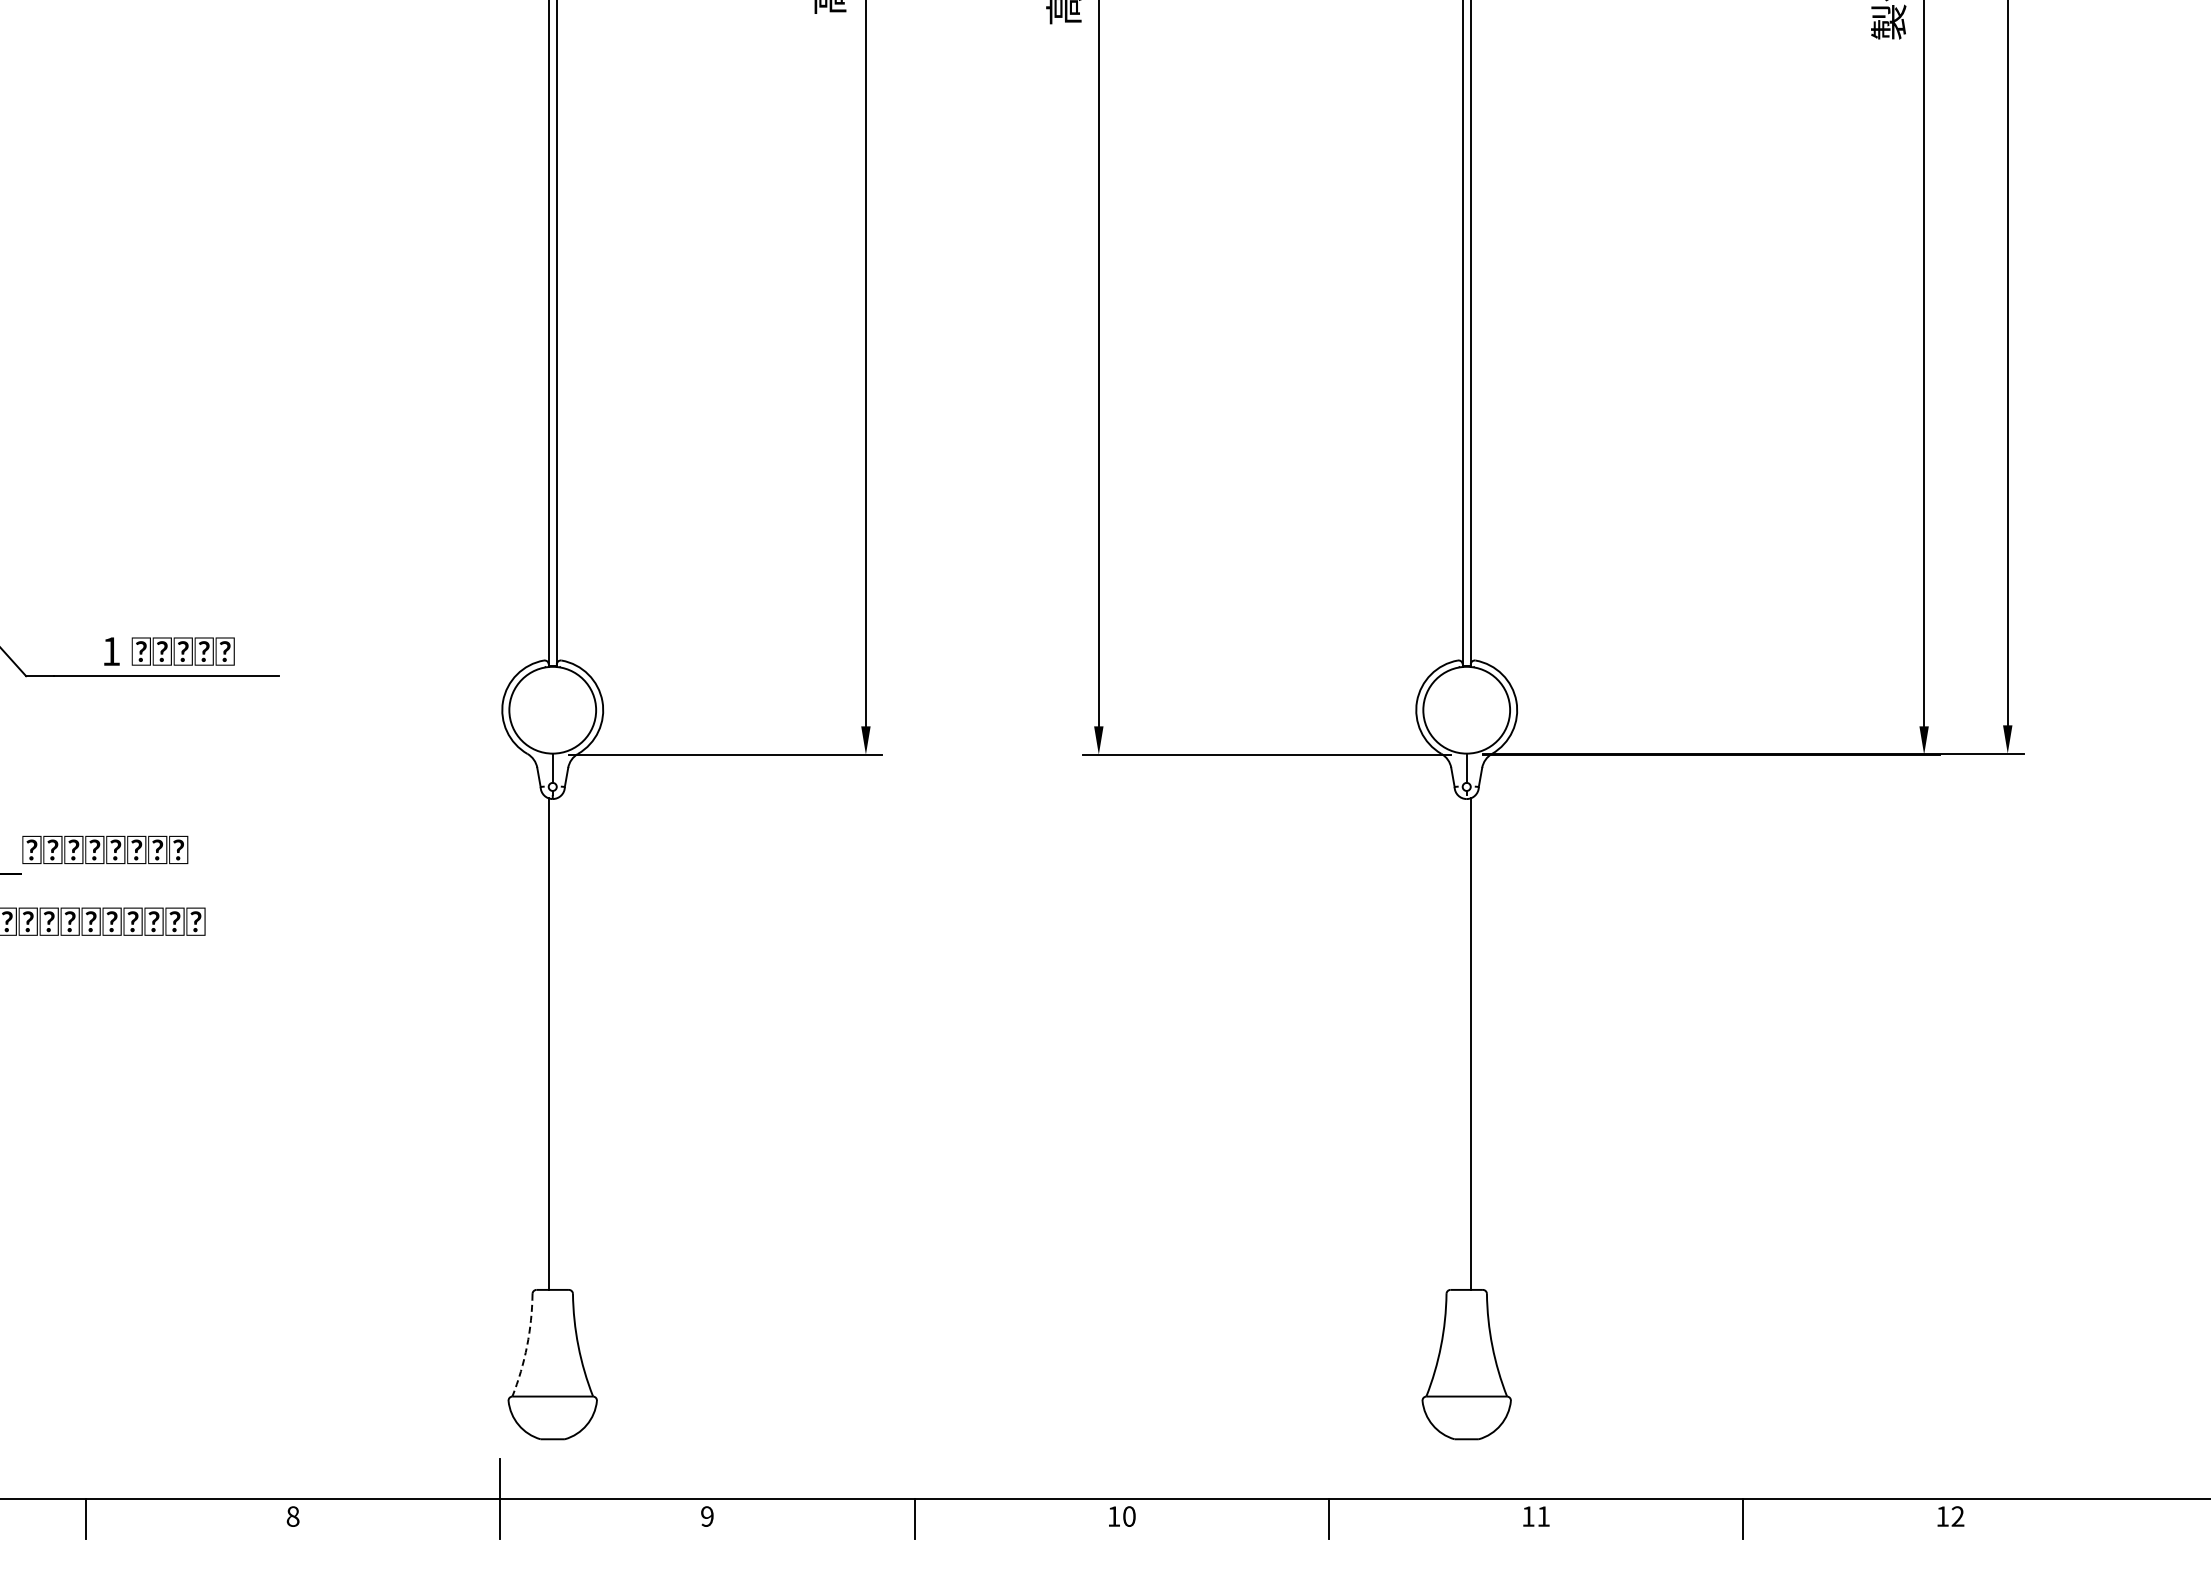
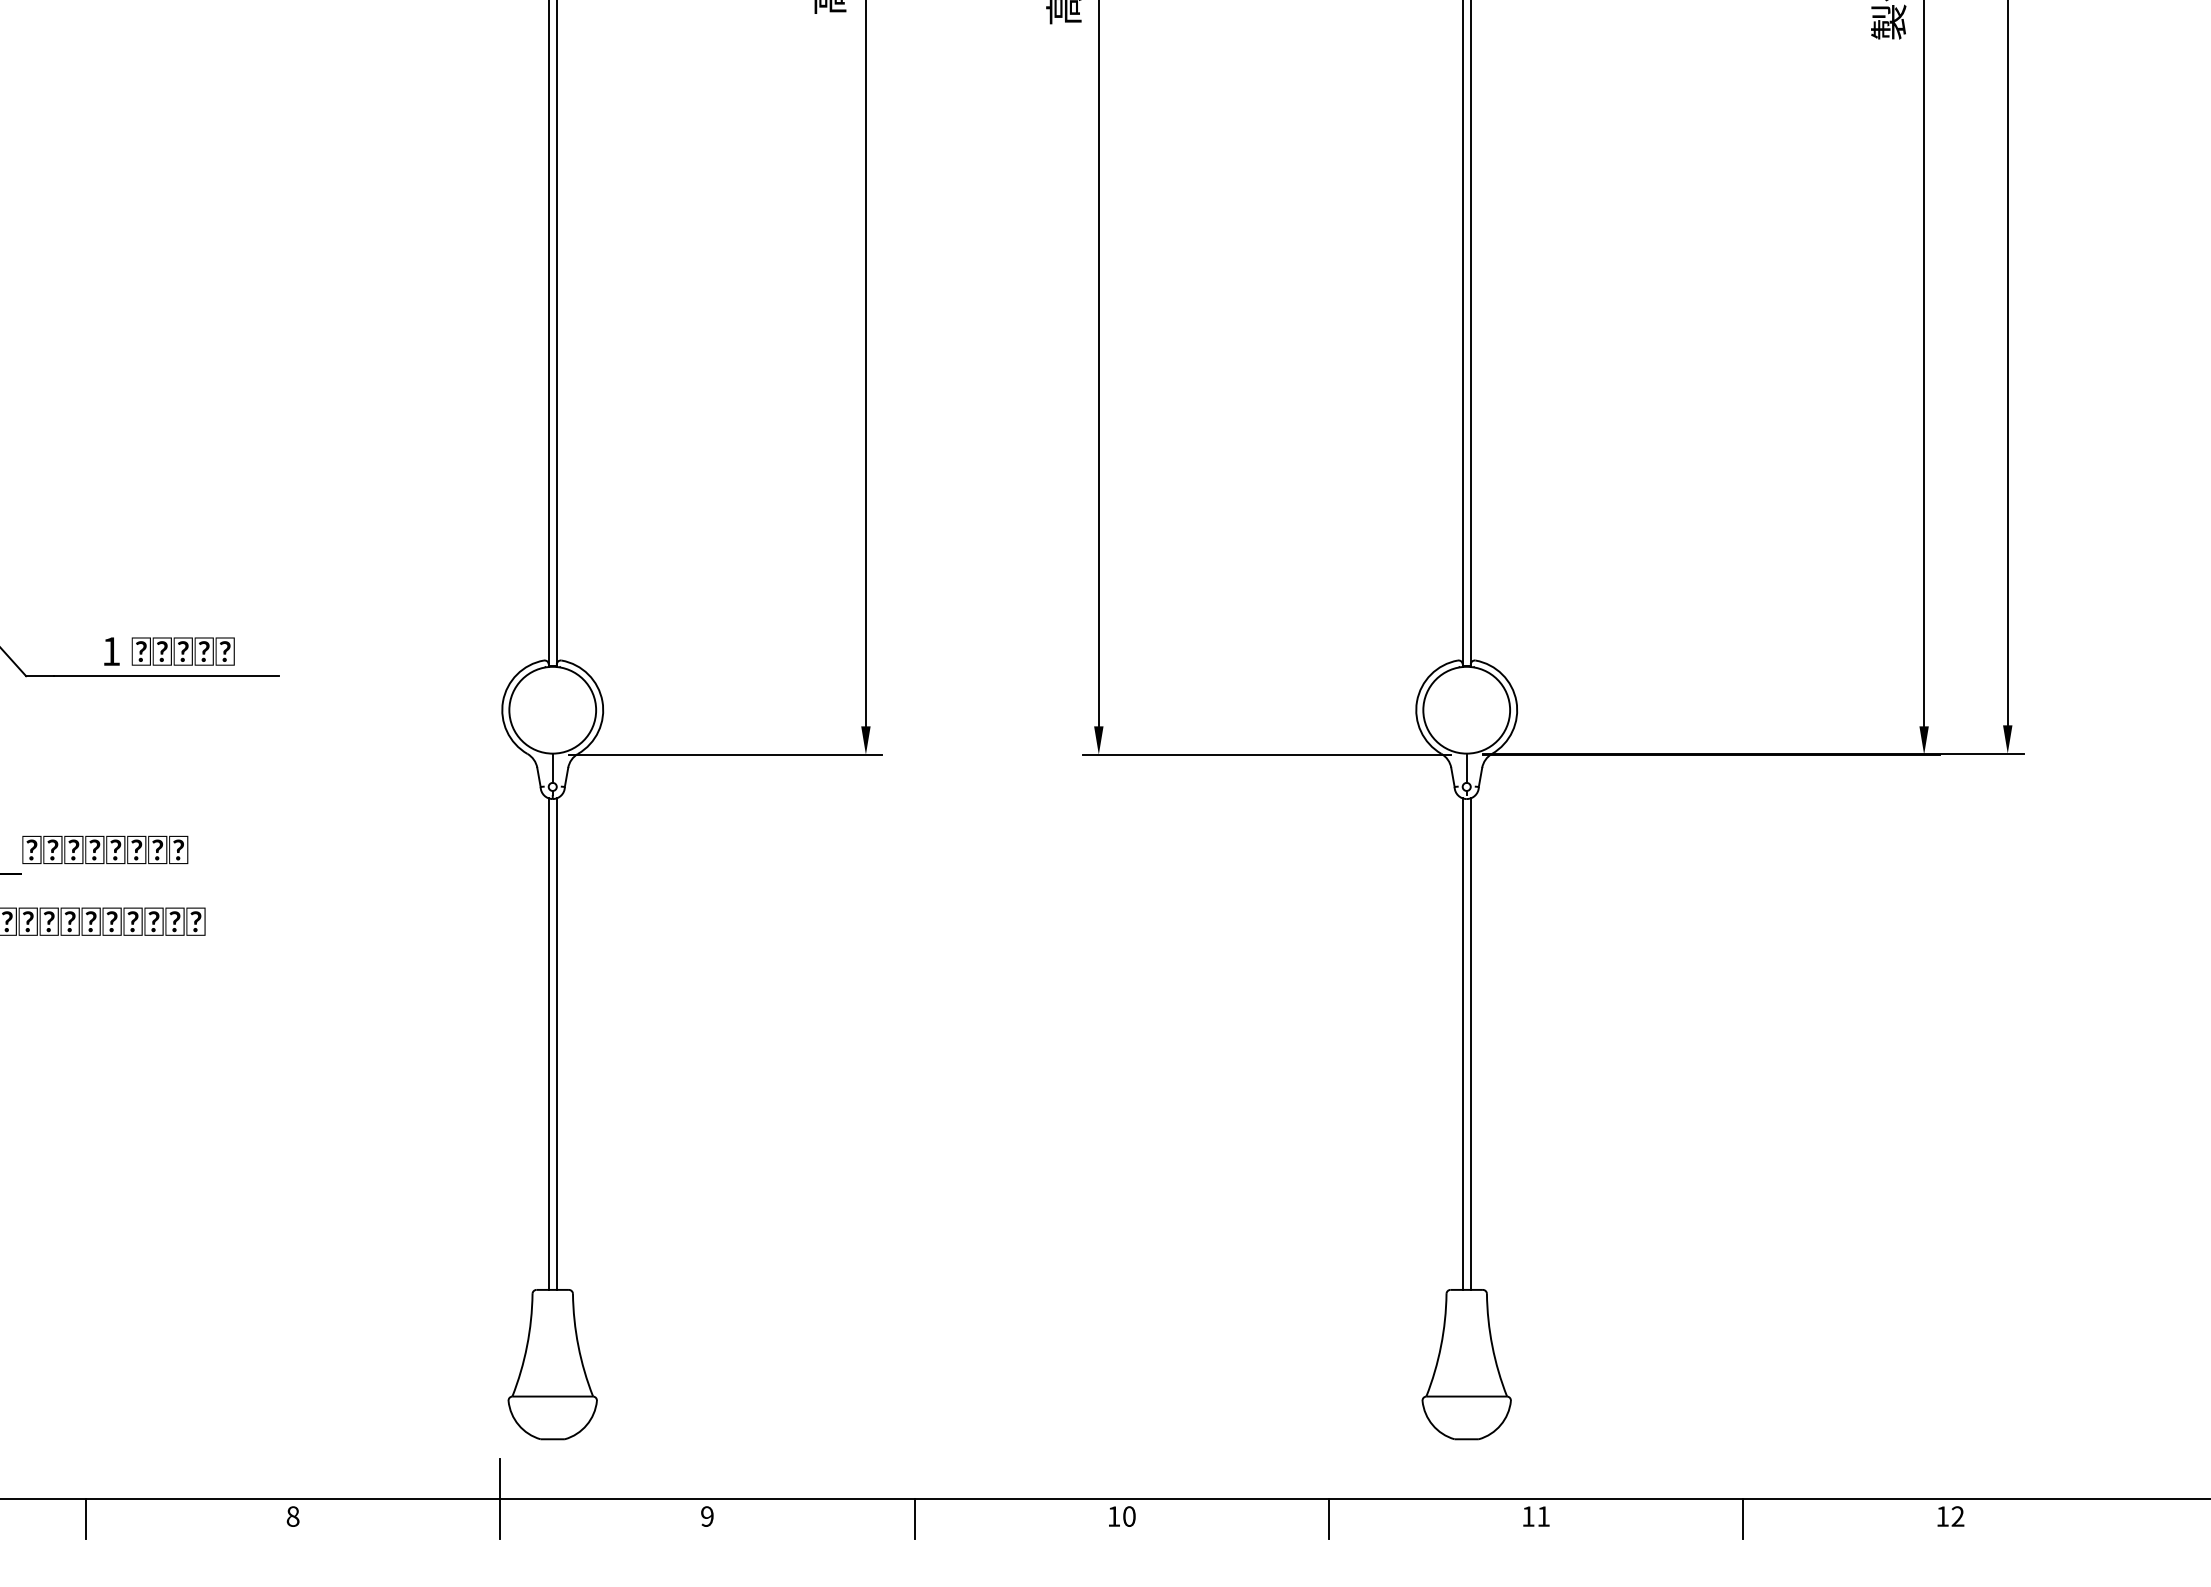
line at (556, 1043): none -> present
line at (1462, 1043): none -> present
arc at (527, 1346): dashed -> solid
